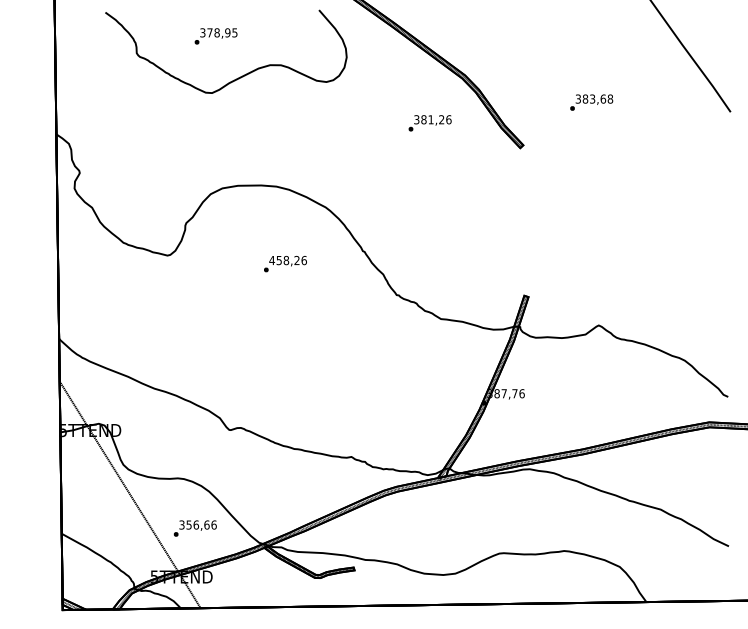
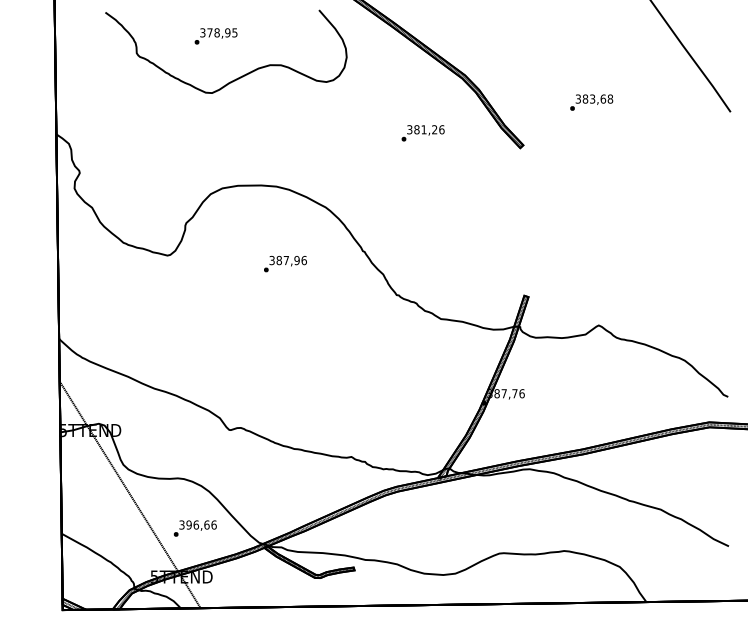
text at (429, 123) position: (429, 123) -> (422, 133)
text at (284, 260): 458,26 -> 387,96
text at (188, 524): 356,66 -> 396,66
